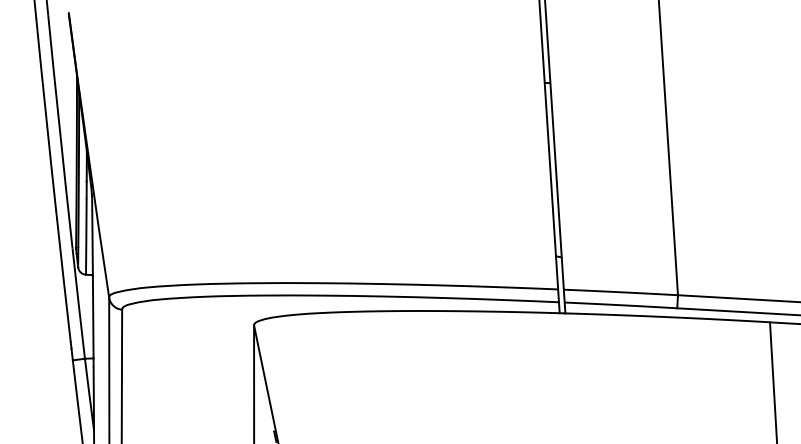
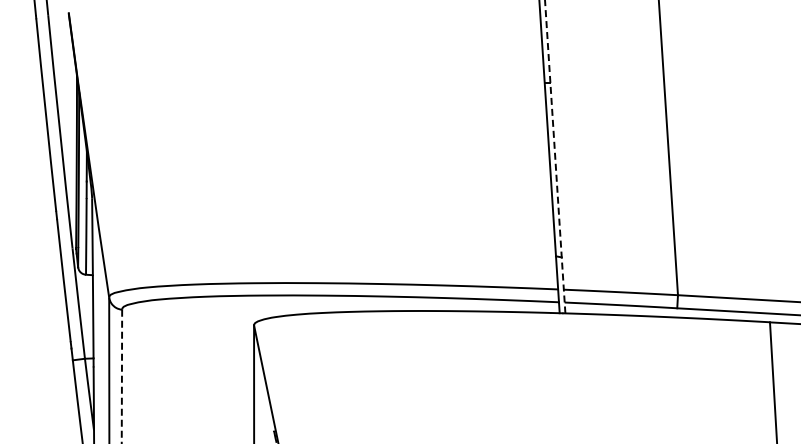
line at (555, 157): solid -> dashed
line at (121, 376): solid -> dashed
